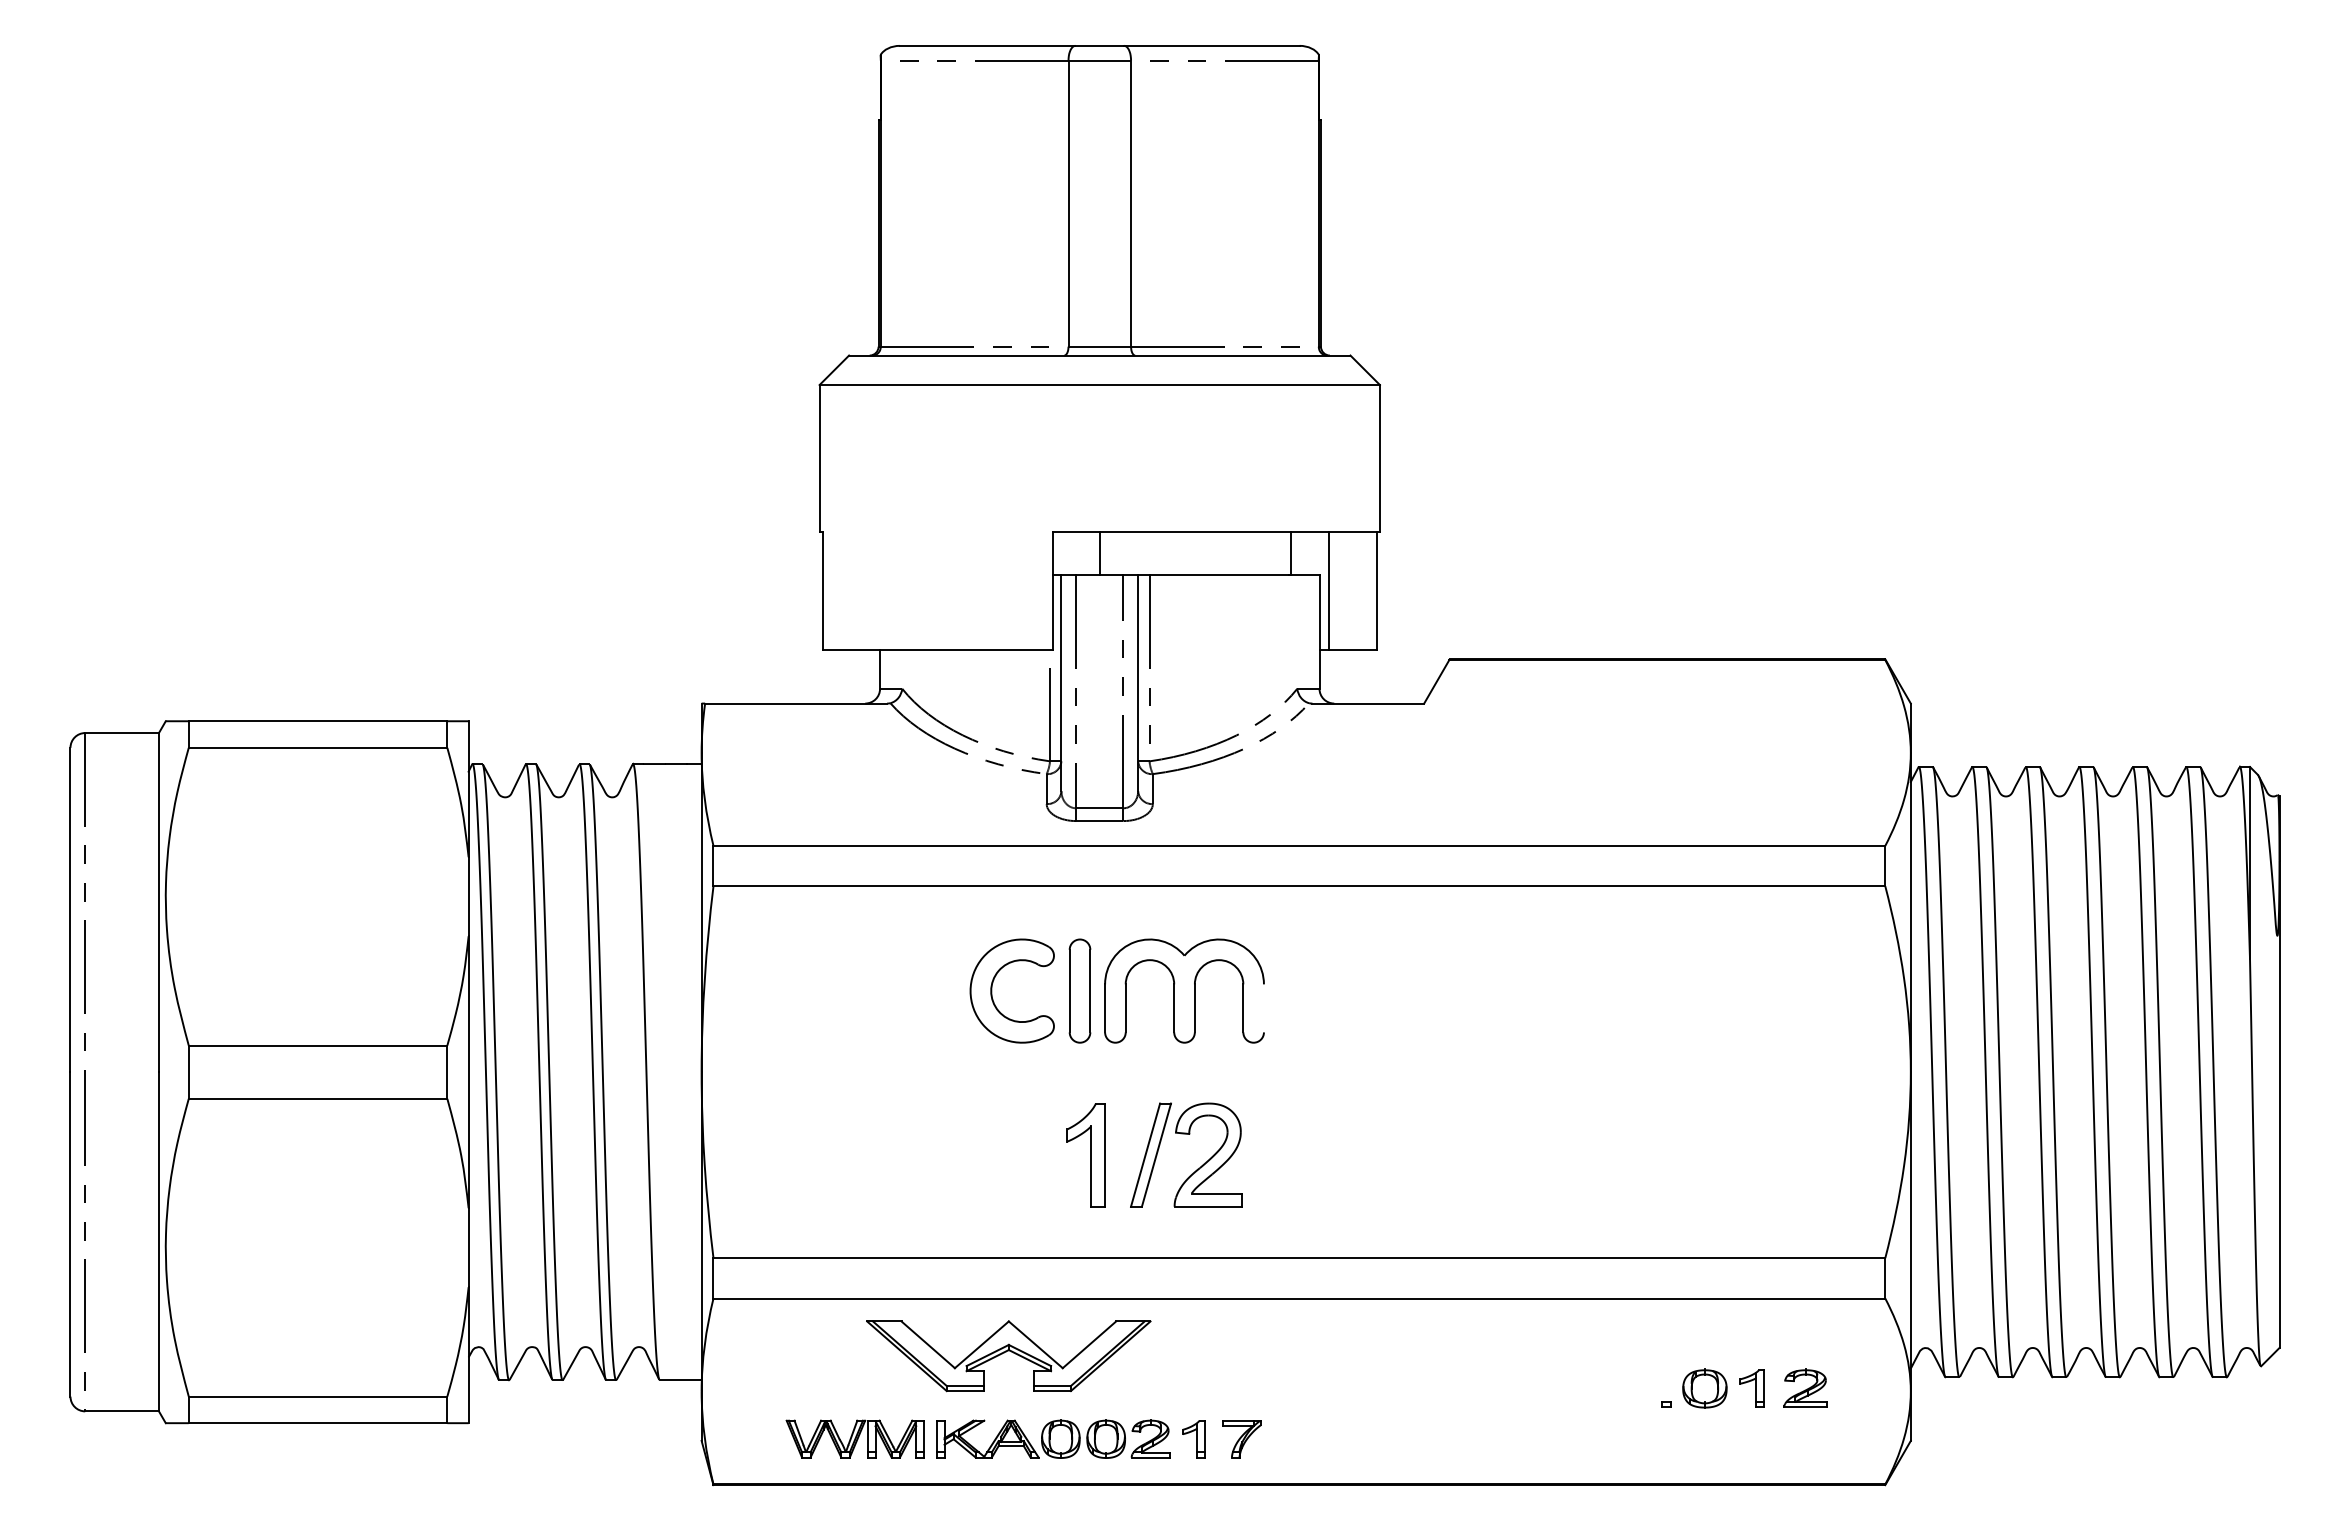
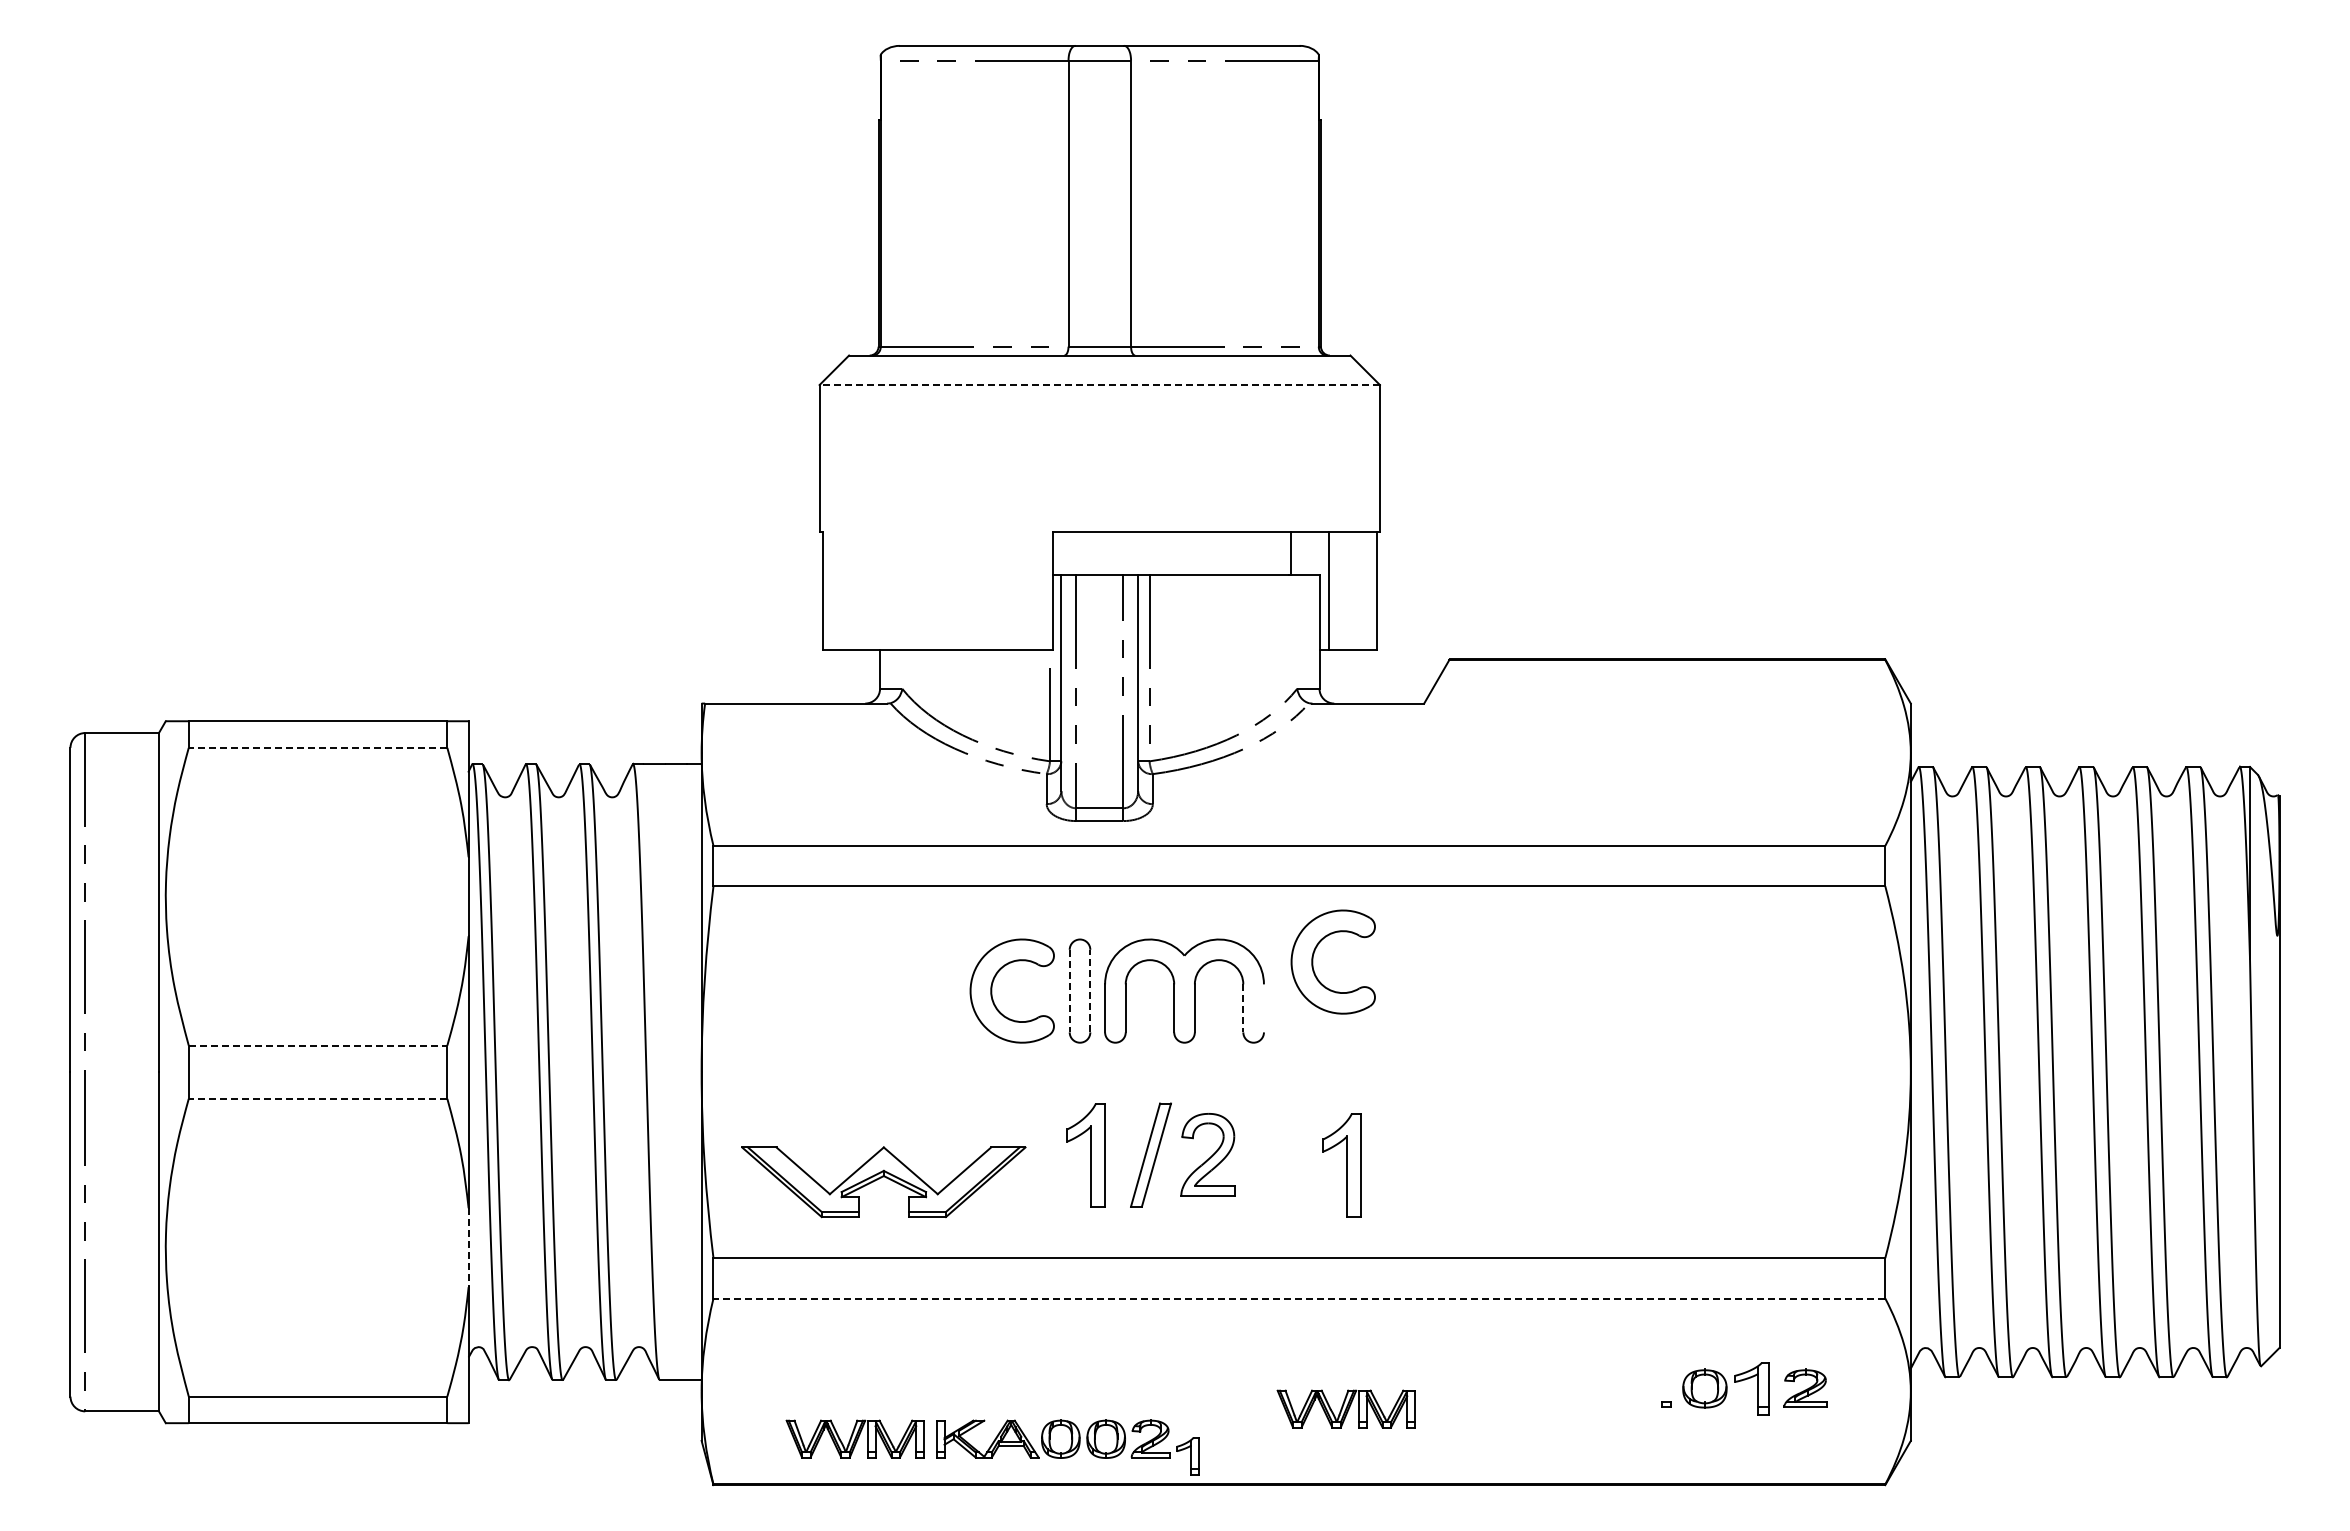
line at (1099, 385): solid -> dashed
line at (1099, 553): present -> none
line at (317, 747): solid -> dashed
part at (1313, 961): none -> present
line at (1090, 990): solid -> dashed
line at (1069, 991): solid -> dashed
line at (1243, 1008): solid -> dashed
line at (318, 1045): solid -> dashed
line at (317, 1098): solid -> dashed
part at (1207, 1154) size: 70x106 px -> 56x84 px
part at (1341, 1165): none -> present
line at (468, 1248): solid -> dashed
line at (1299, 1298): solid -> dashed
part at (1008, 1356) position: (1008, 1356) -> (883, 1182)
part at (1751, 1388) size: 26x39 px -> 36x54 px
part at (1345, 1408): none -> present
part at (1193, 1439) position: (1193, 1439) -> (1187, 1456)
part at (1241, 1439): present -> none
